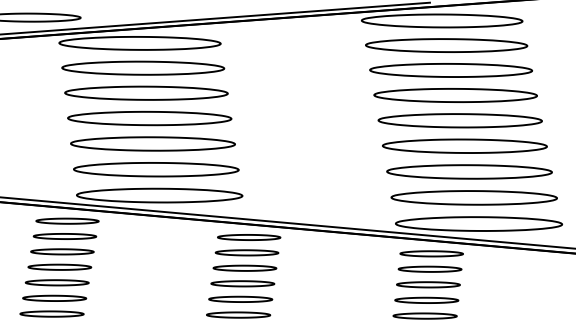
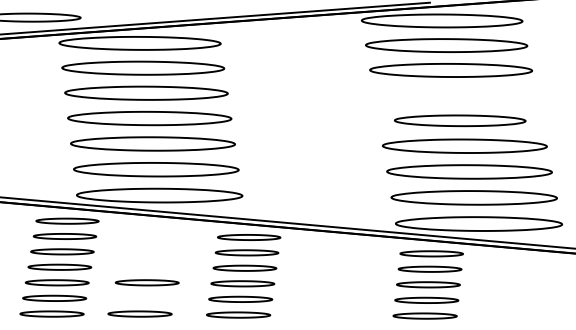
part at (455, 95): present -> none
part at (459, 120) size: 166x16 px -> 133x14 px
part at (146, 282): none -> present
part at (139, 313): none -> present
